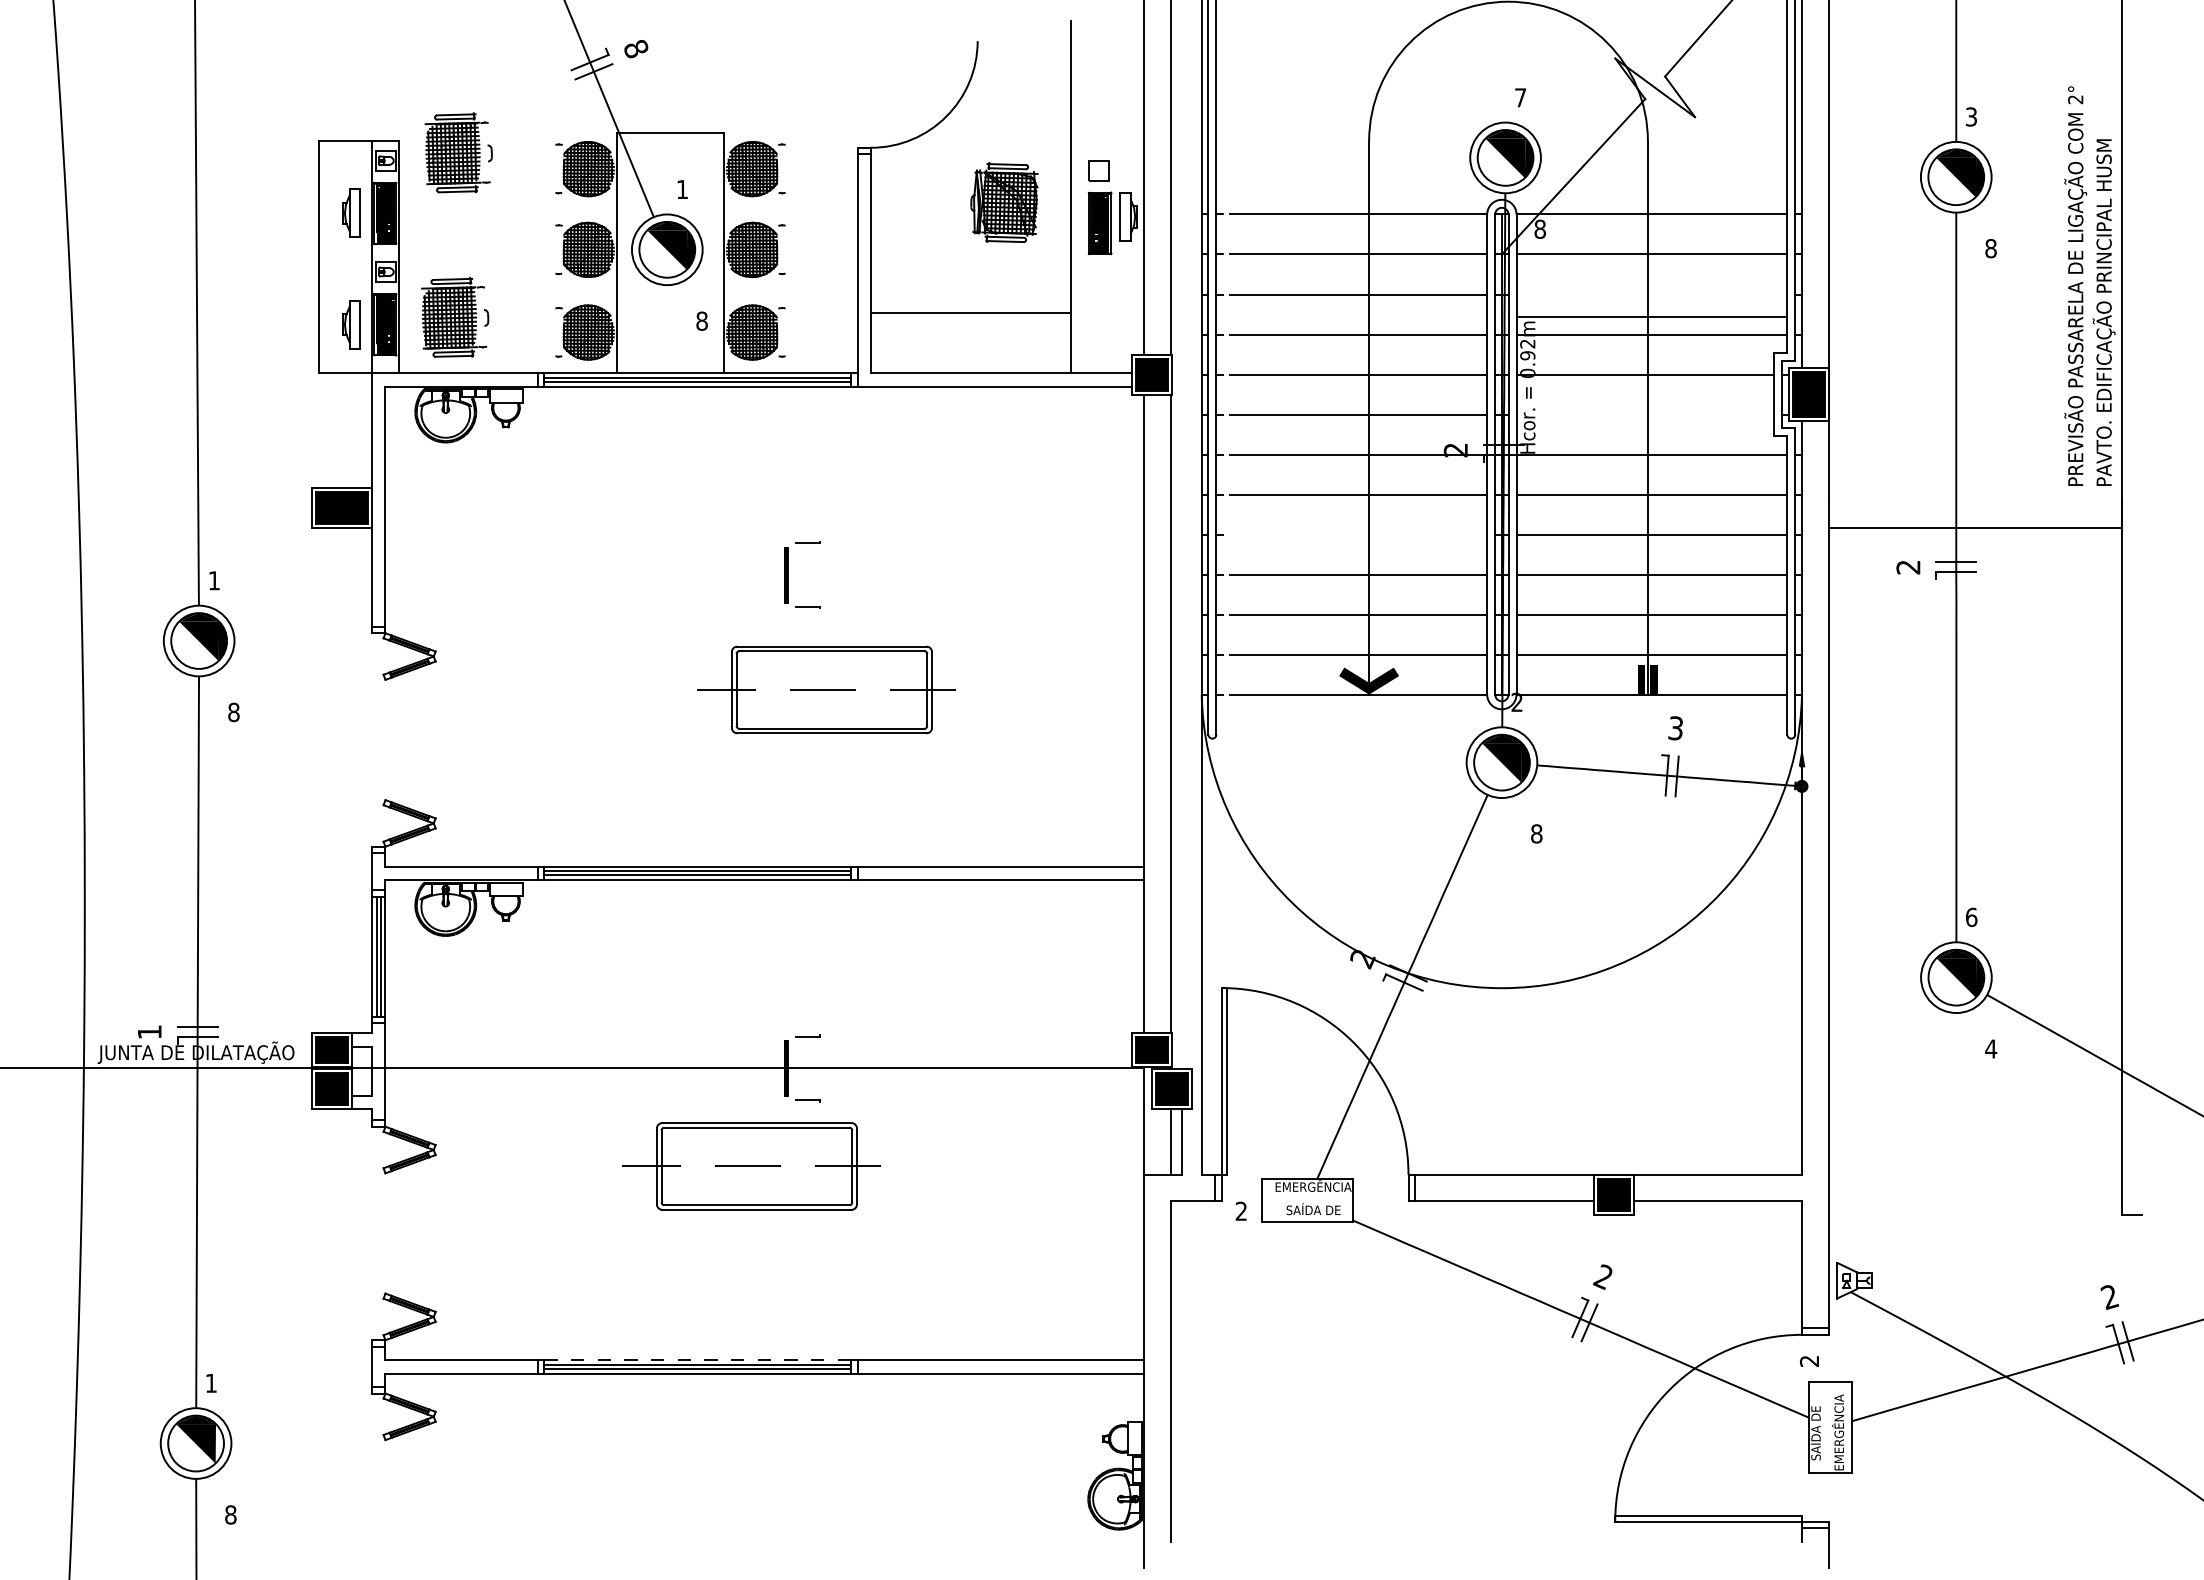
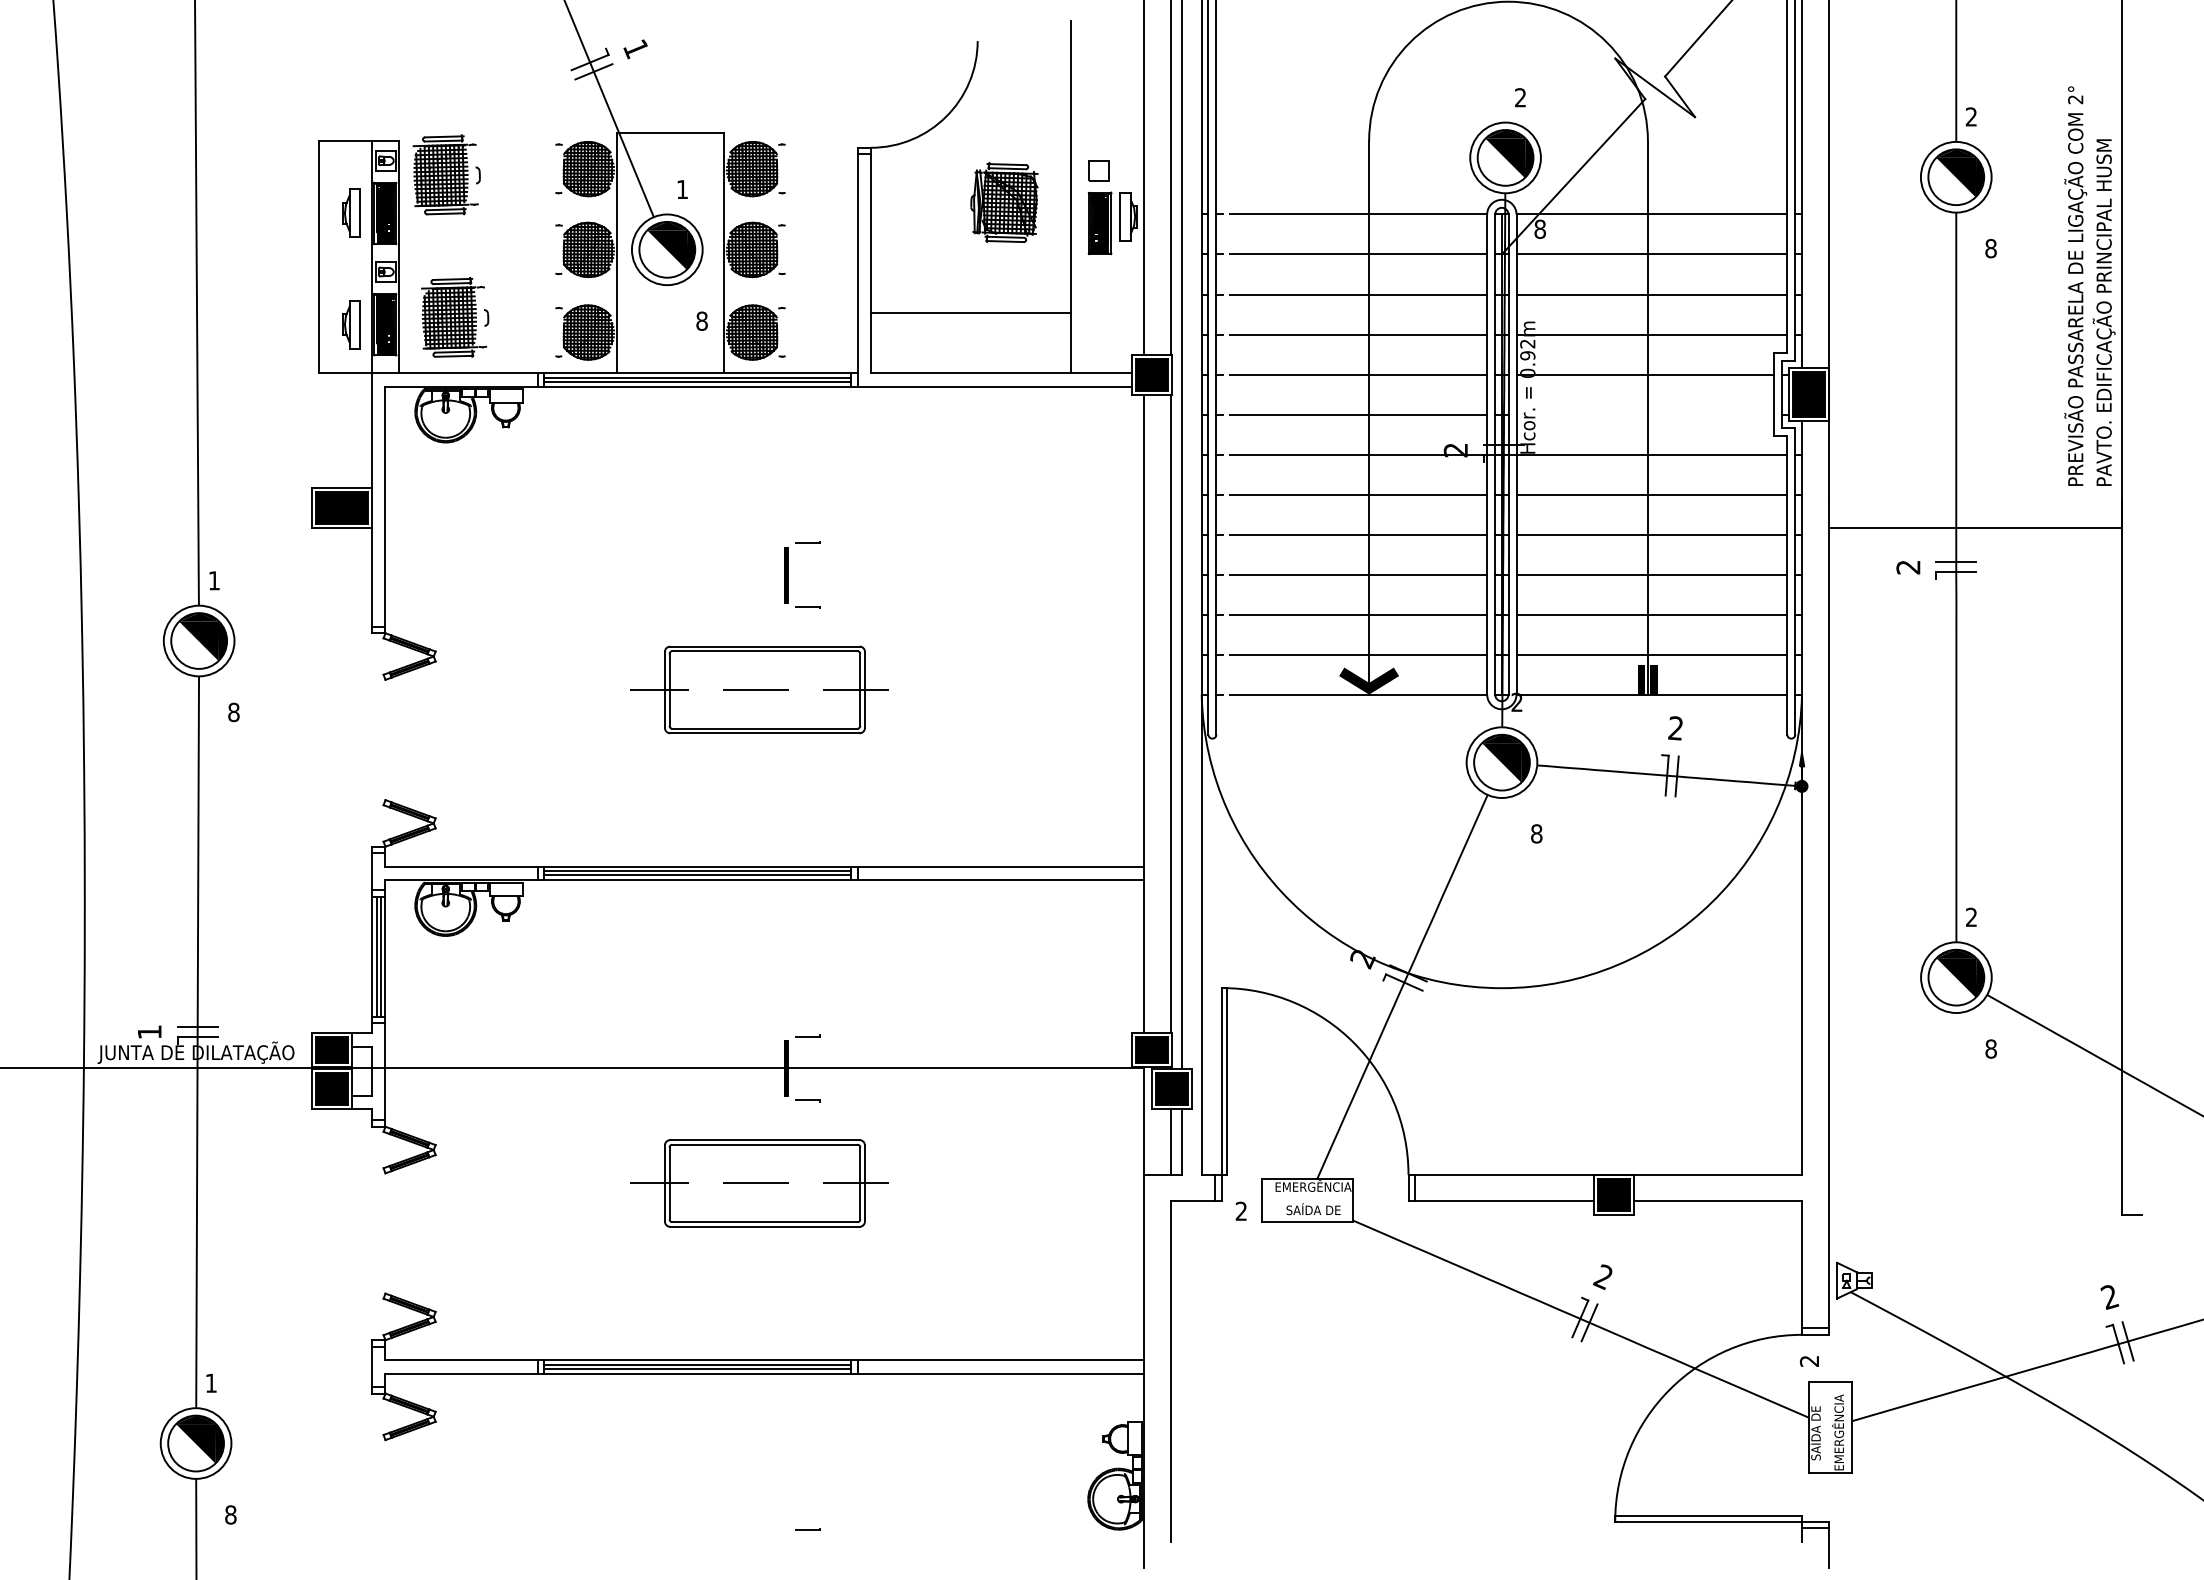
text at (635, 49): 8 -> 1
text at (1520, 97): 7 -> 2
text at (1971, 116): 3 -> 2
part at (458, 152) position: (458, 152) -> (446, 174)
line at (1651, 316) position: (1651, 316) -> (1651, 294)
line at (1358, 534): none -> present
line at (1181, 535): none -> present
part at (826, 689) position: (826, 689) -> (759, 689)
text at (1675, 728): 3 -> 2
text at (1971, 917): 6 -> 2
text at (1991, 1048): 4 -> 8
part at (751, 1166) position: (751, 1166) -> (759, 1183)
line at (698, 1360): dashed -> solid
fill at (219, 1443): none -> present
line at (807, 1529): none -> present
